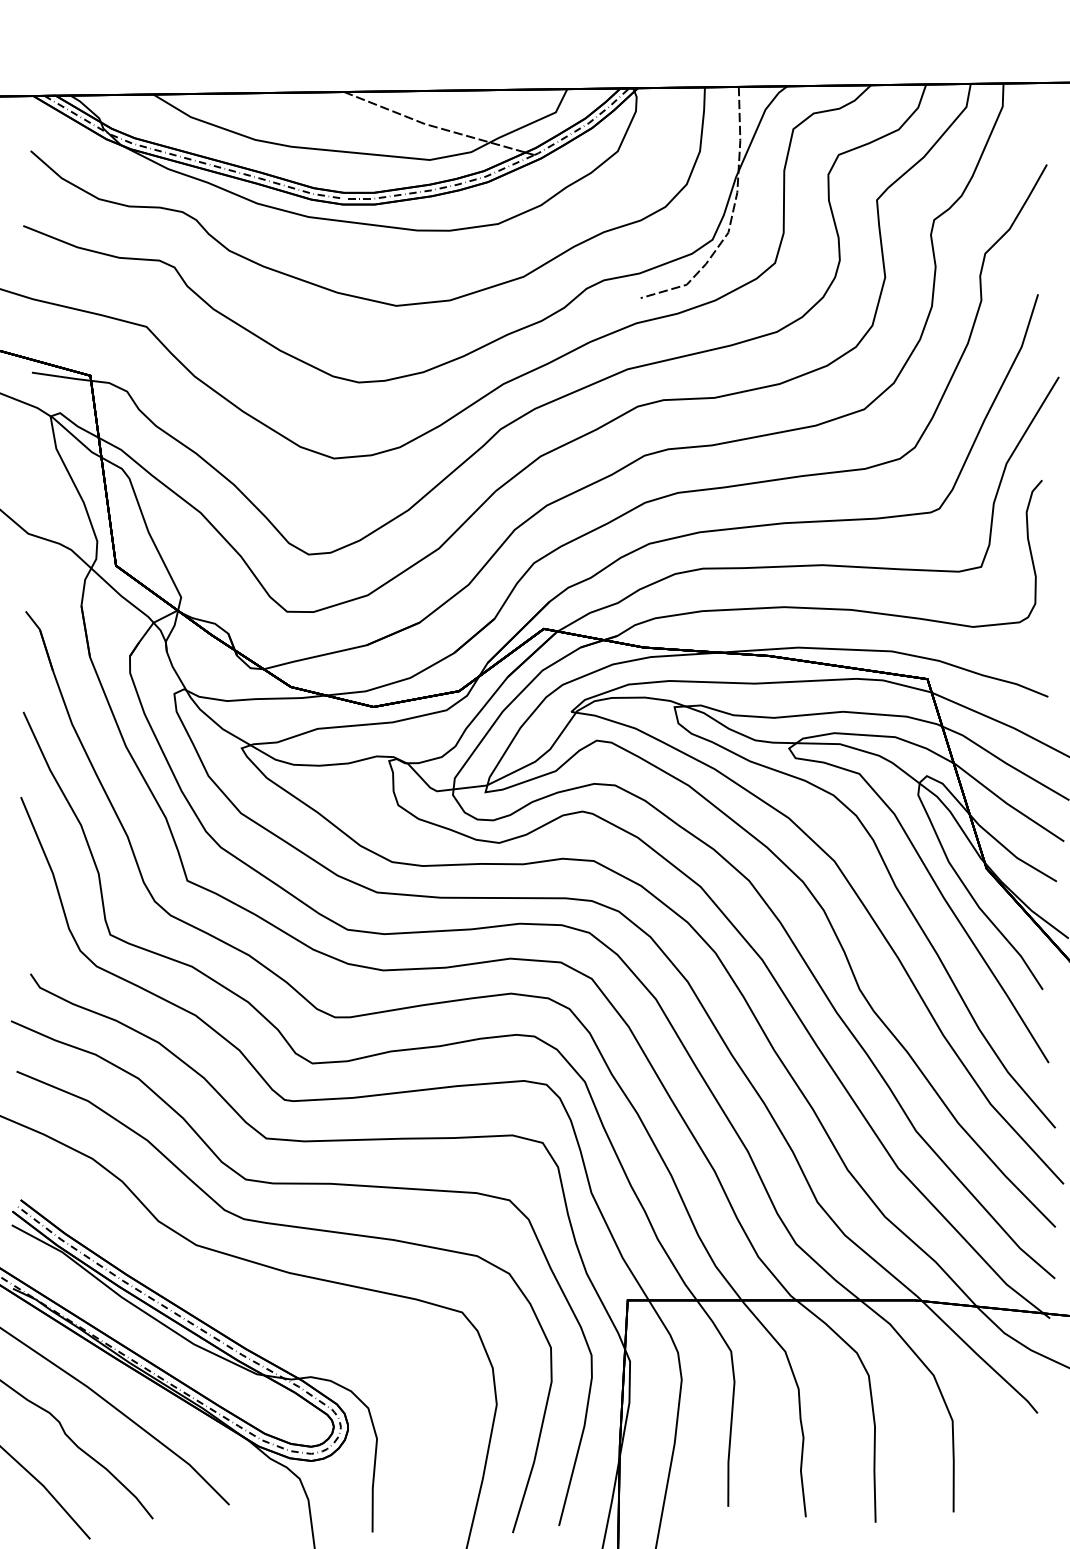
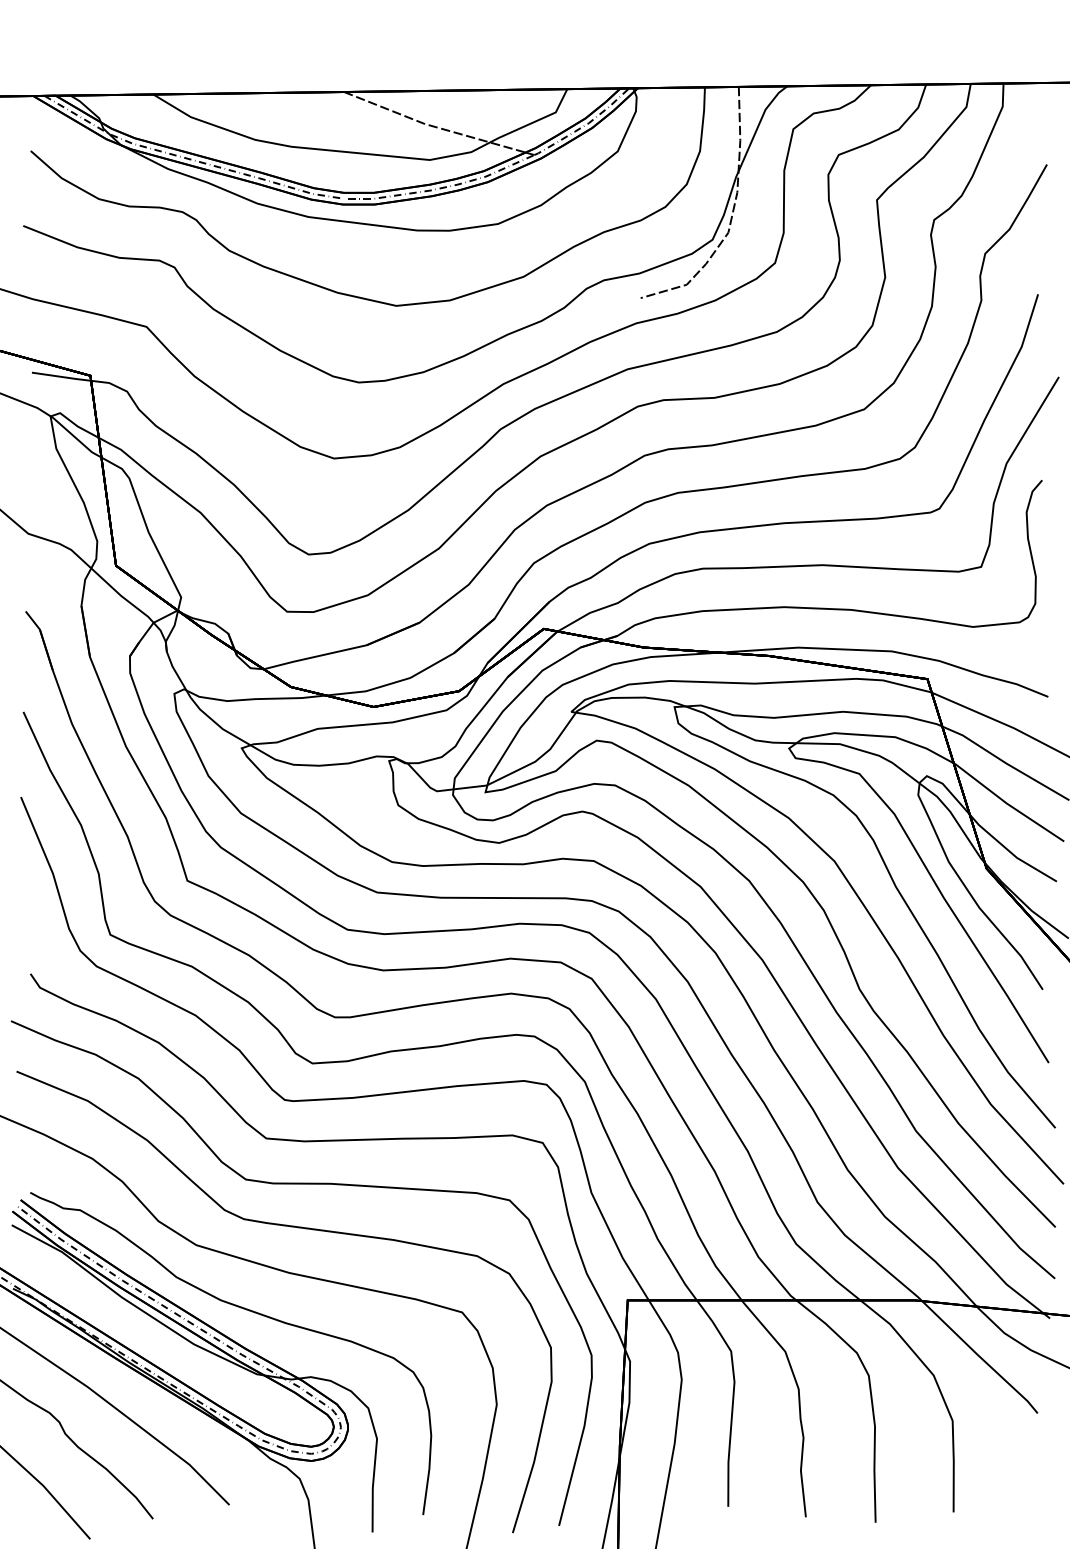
curve at (246, 1310): none -> present
